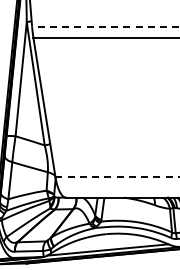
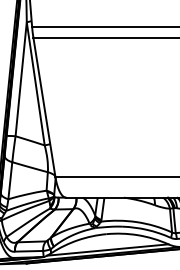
line at (105, 26): dashed -> solid
line at (117, 177): dashed -> solid
